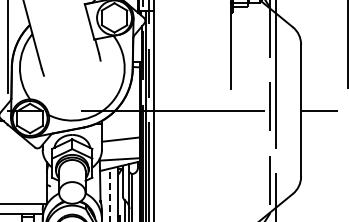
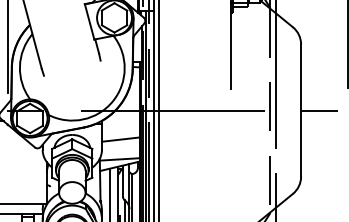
line at (159, 110): none -> present
line at (110, 194): dashed -> solid
